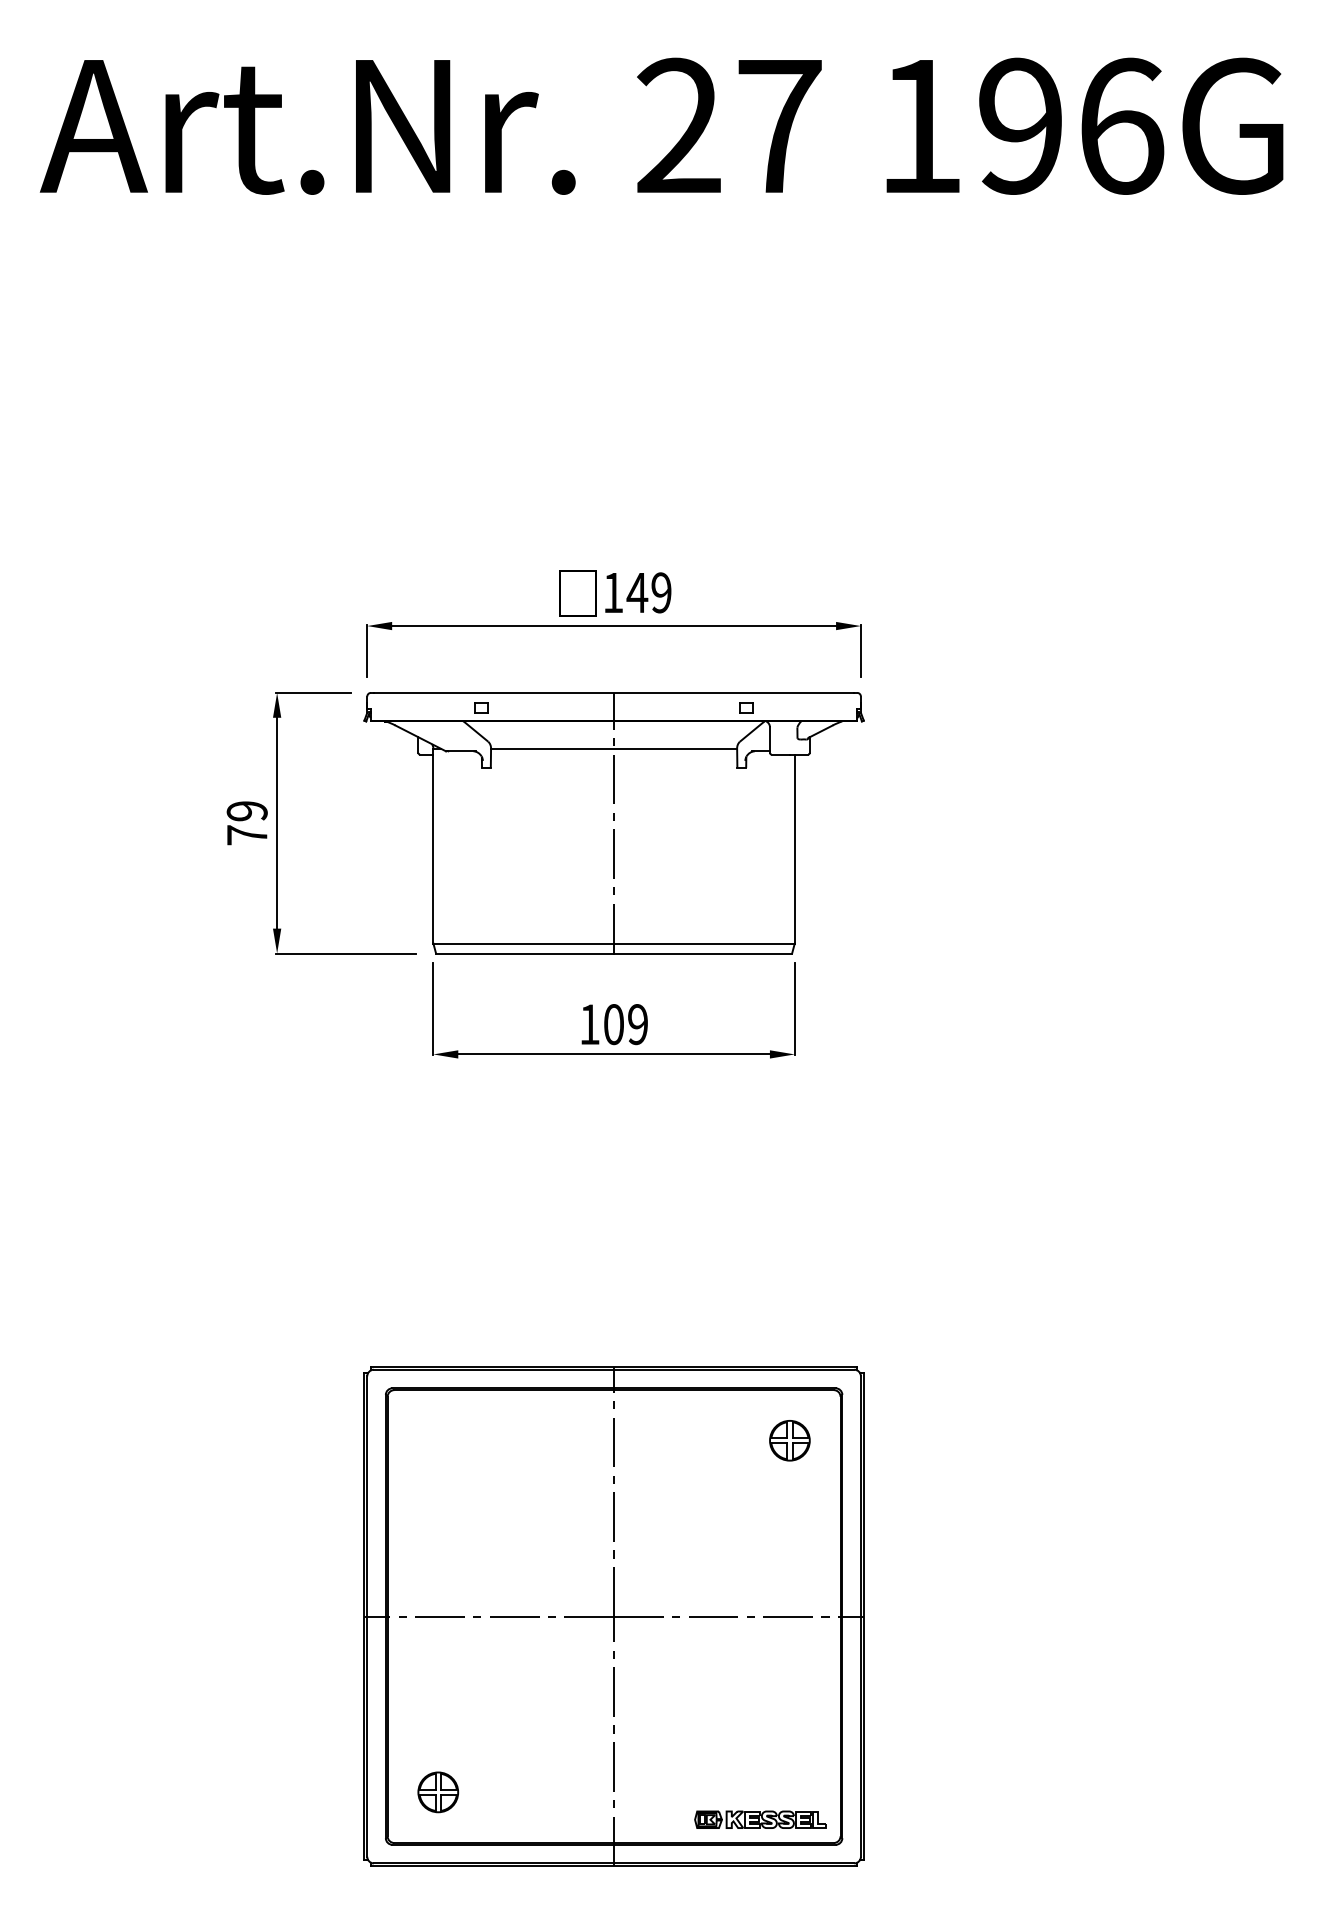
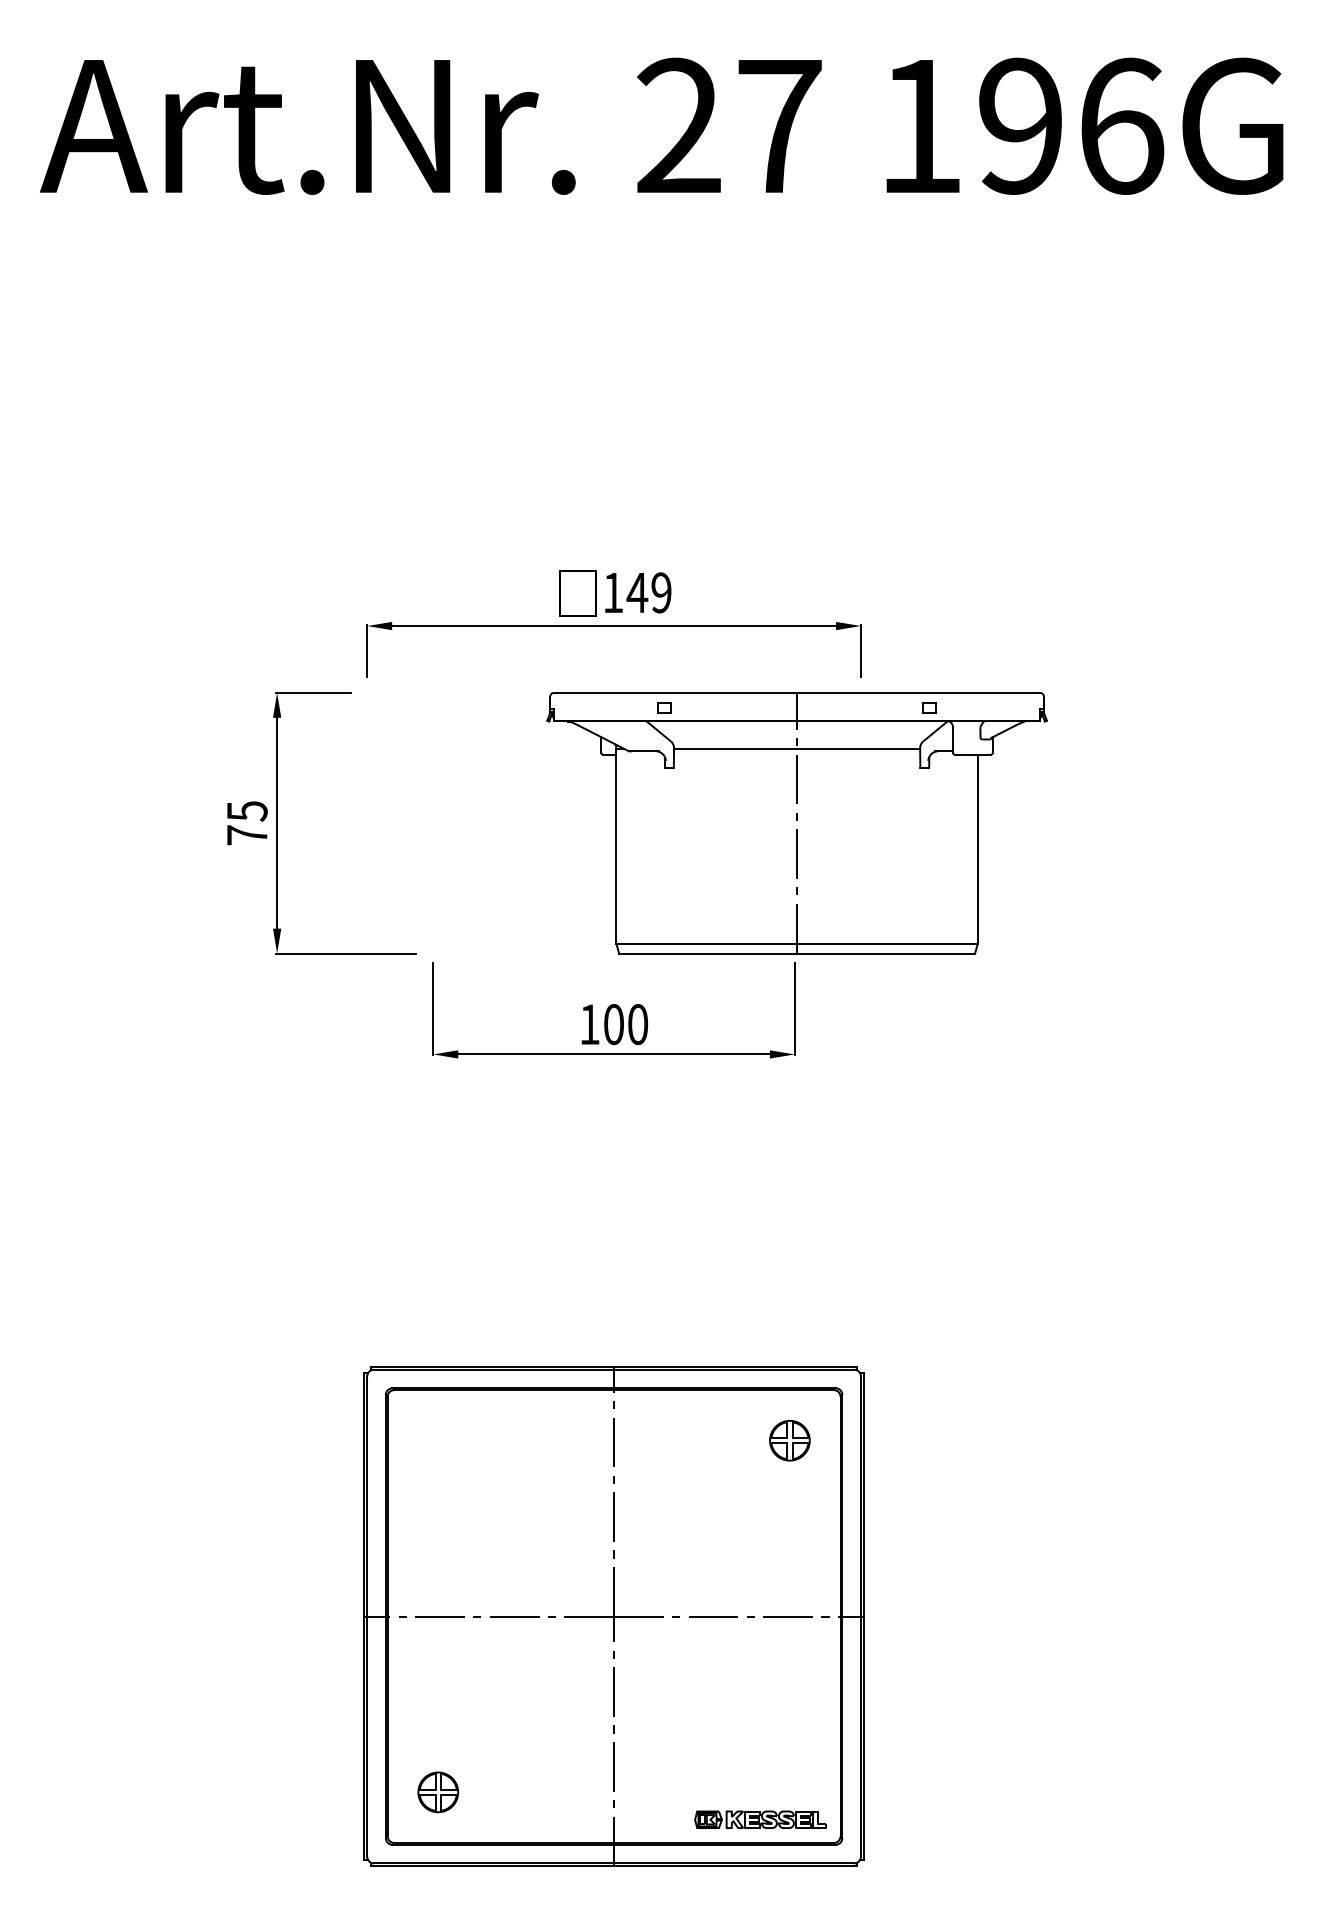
text at (246, 811): 79 -> 75
part at (613, 823) position: (613, 823) -> (796, 823)
text at (638, 1024): 109 -> 100
